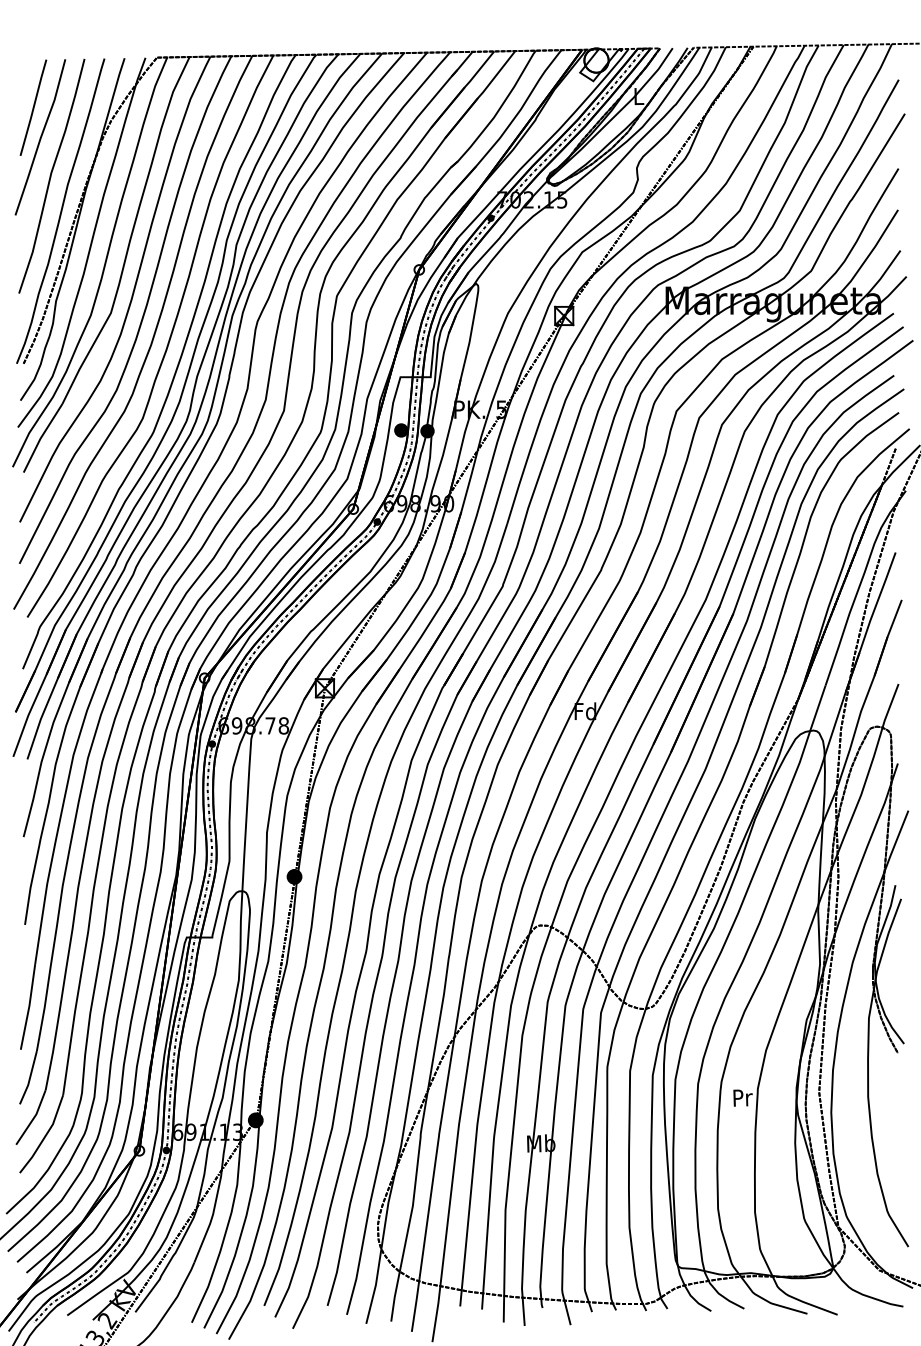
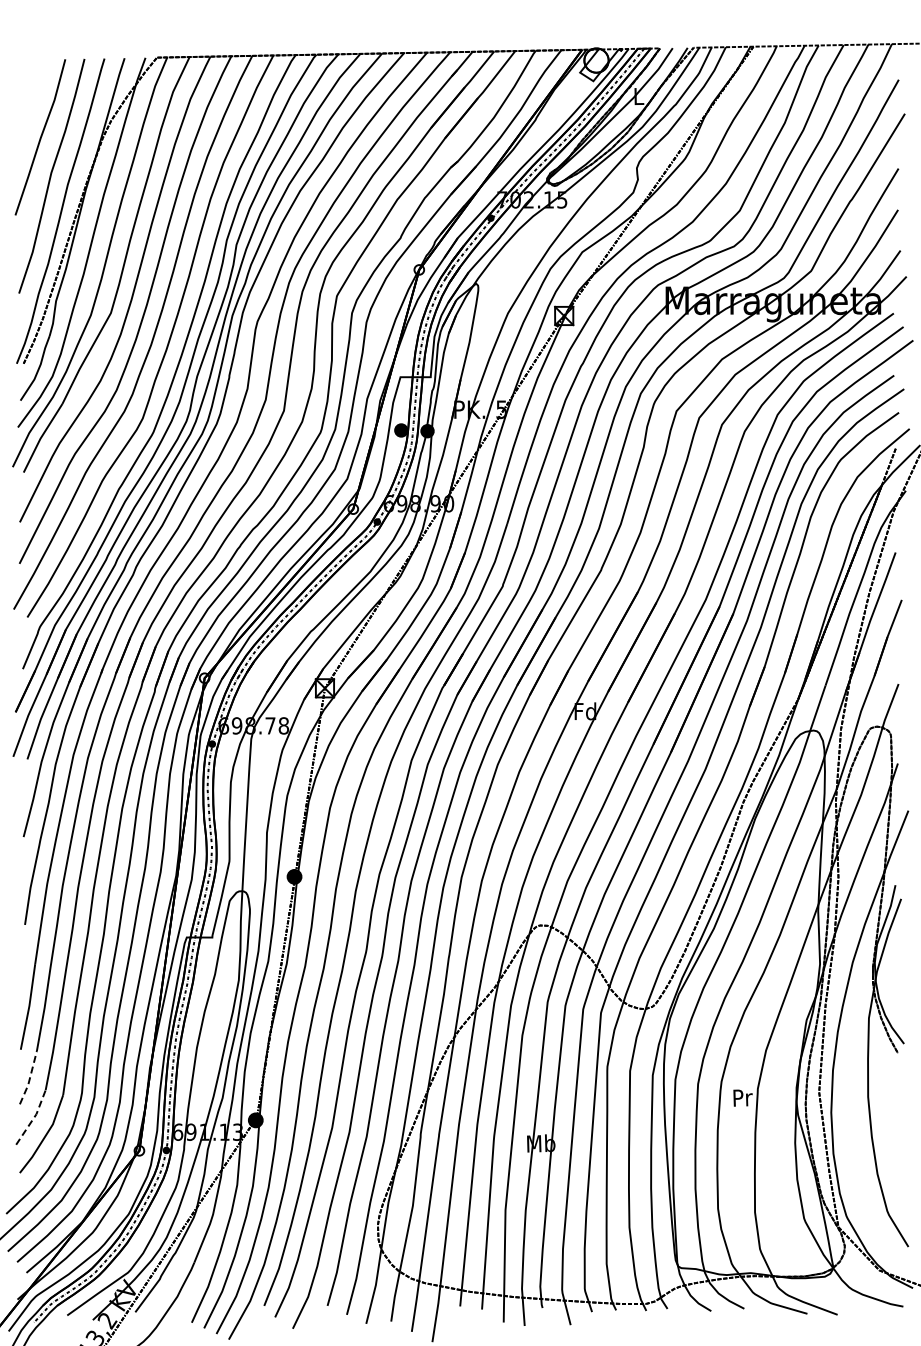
line at (33, 107): present -> none
line at (29, 1078): solid -> dashed
line at (33, 1118): solid -> dashed
